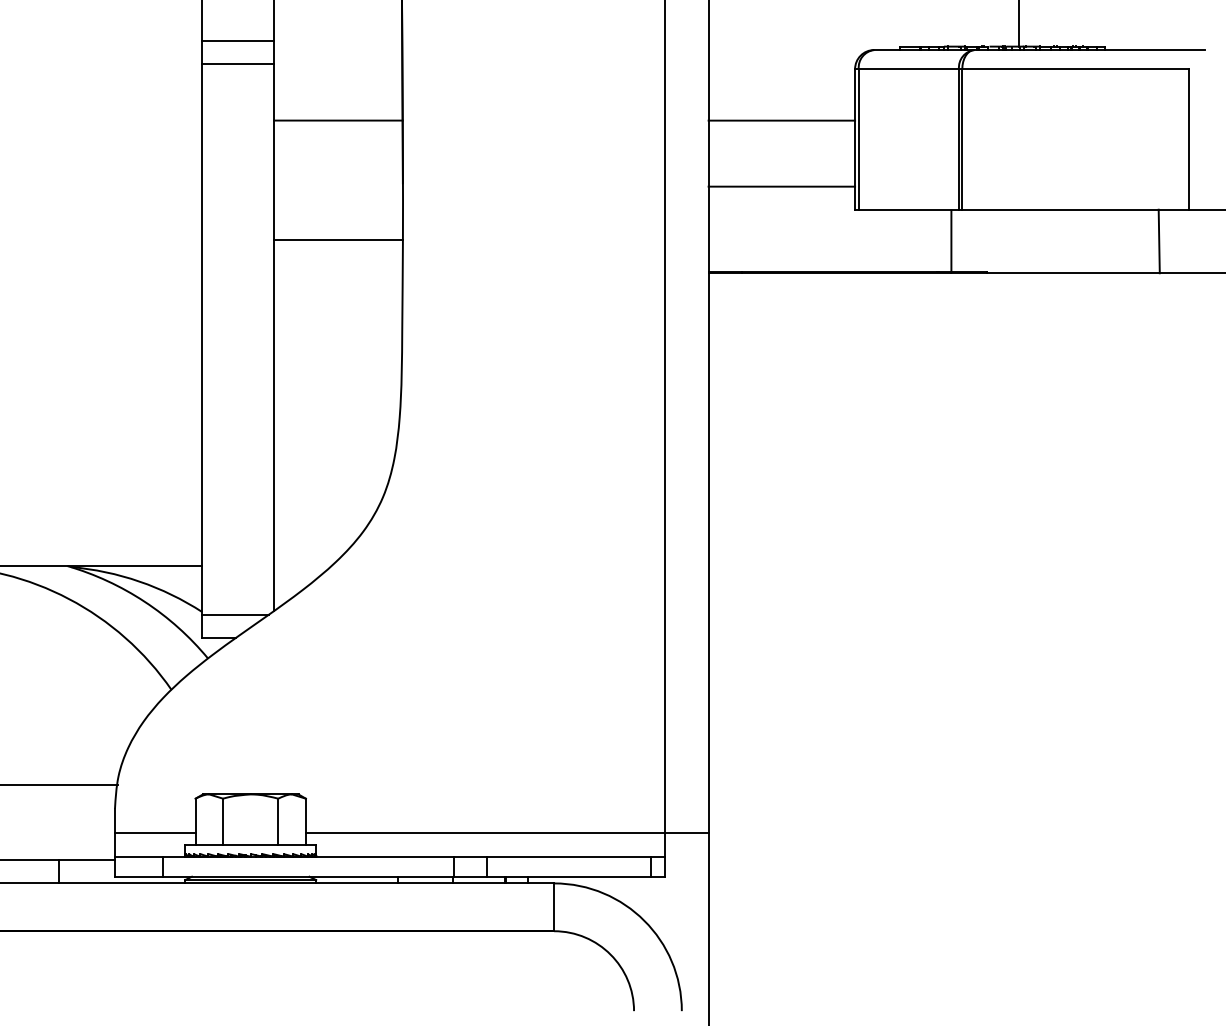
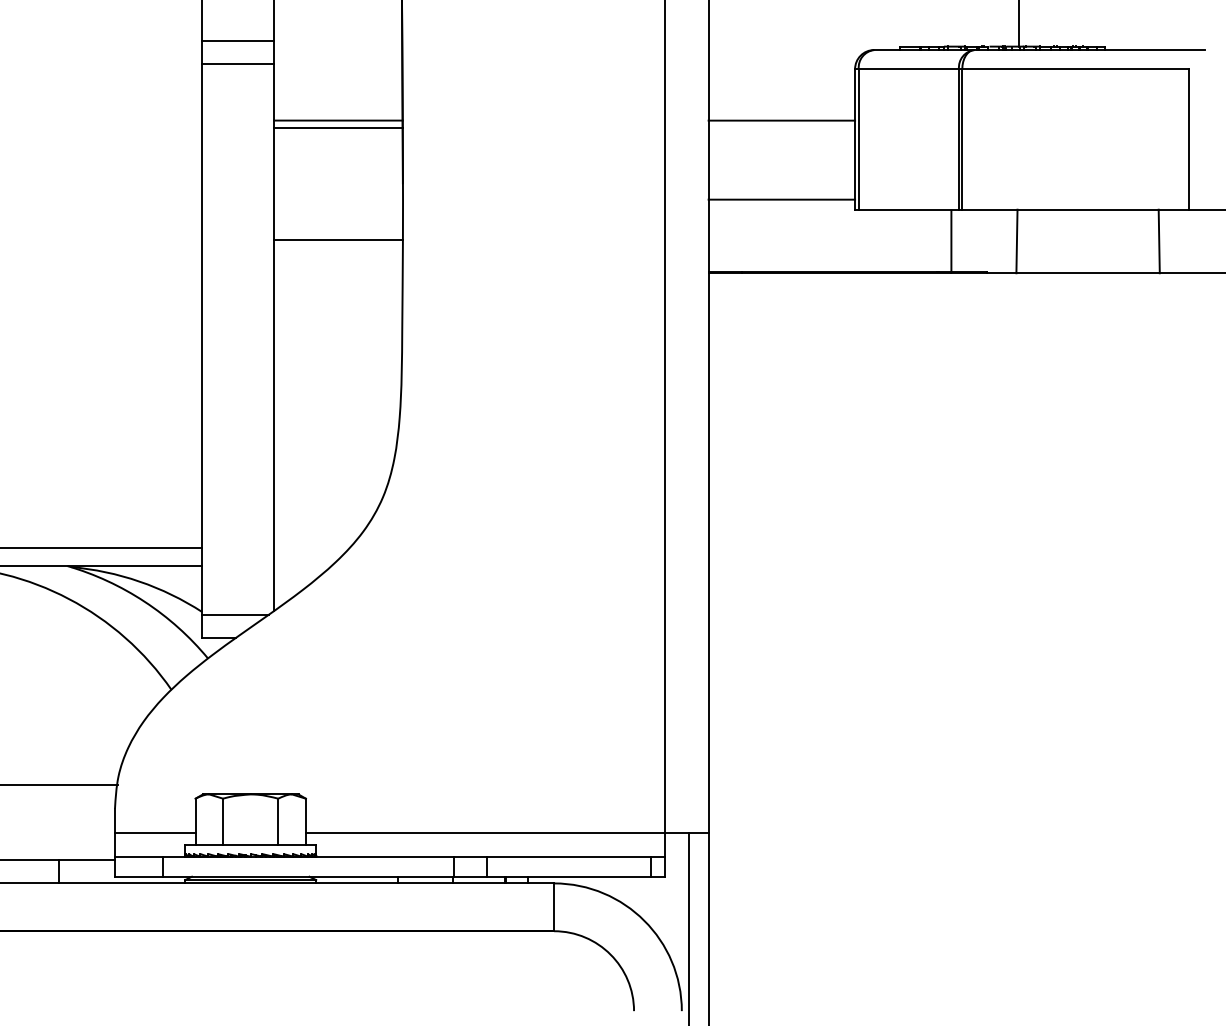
line at (338, 127): none -> present
line at (781, 186) position: (781, 186) -> (781, 199)
line at (1016, 241): none -> present
line at (102, 547): none -> present
line at (688, 927): none -> present
